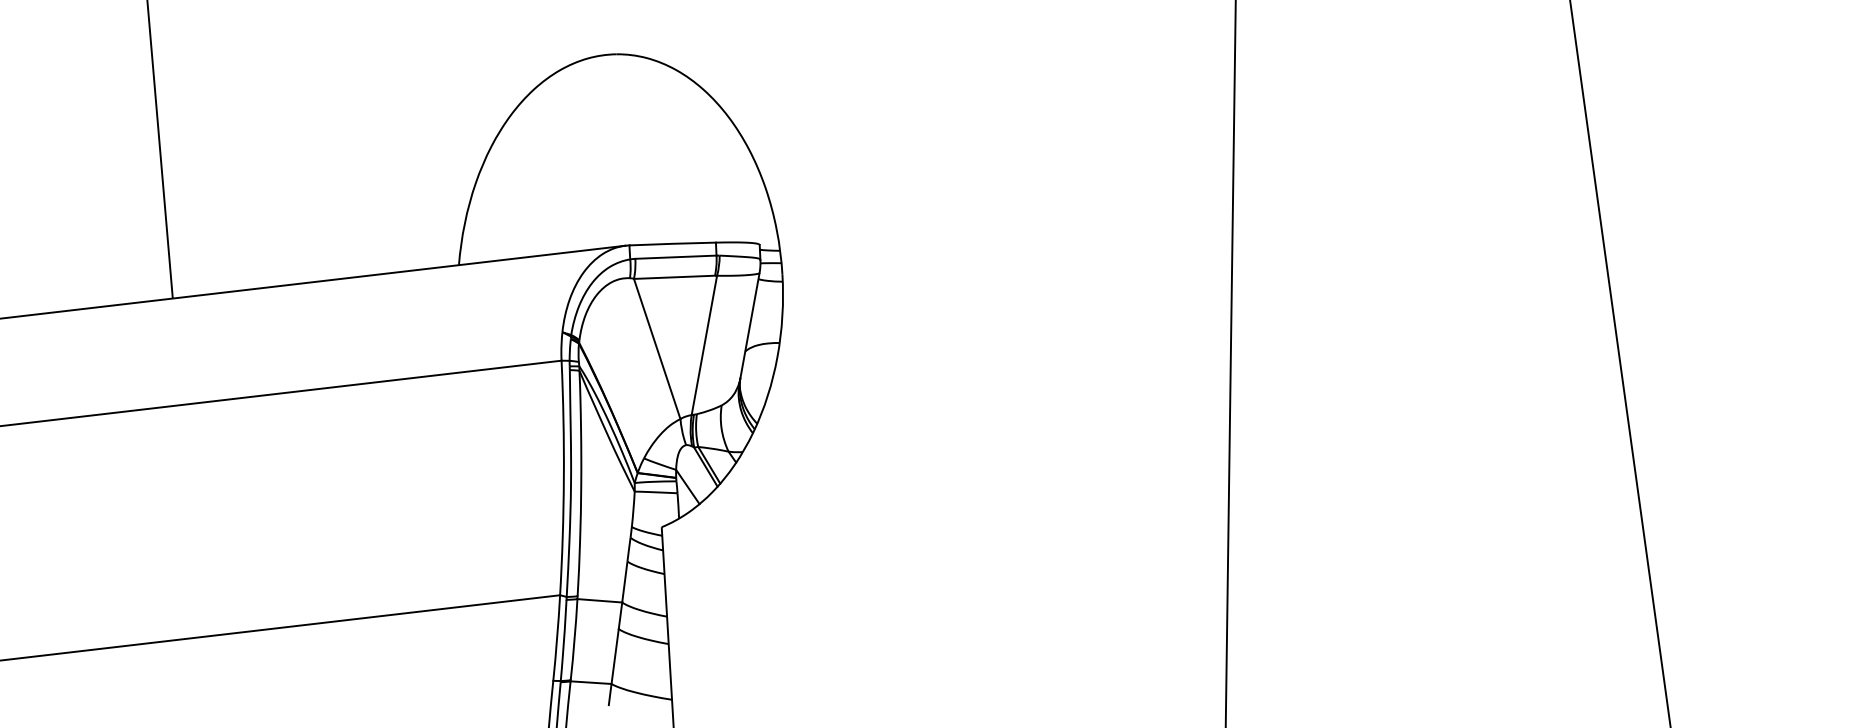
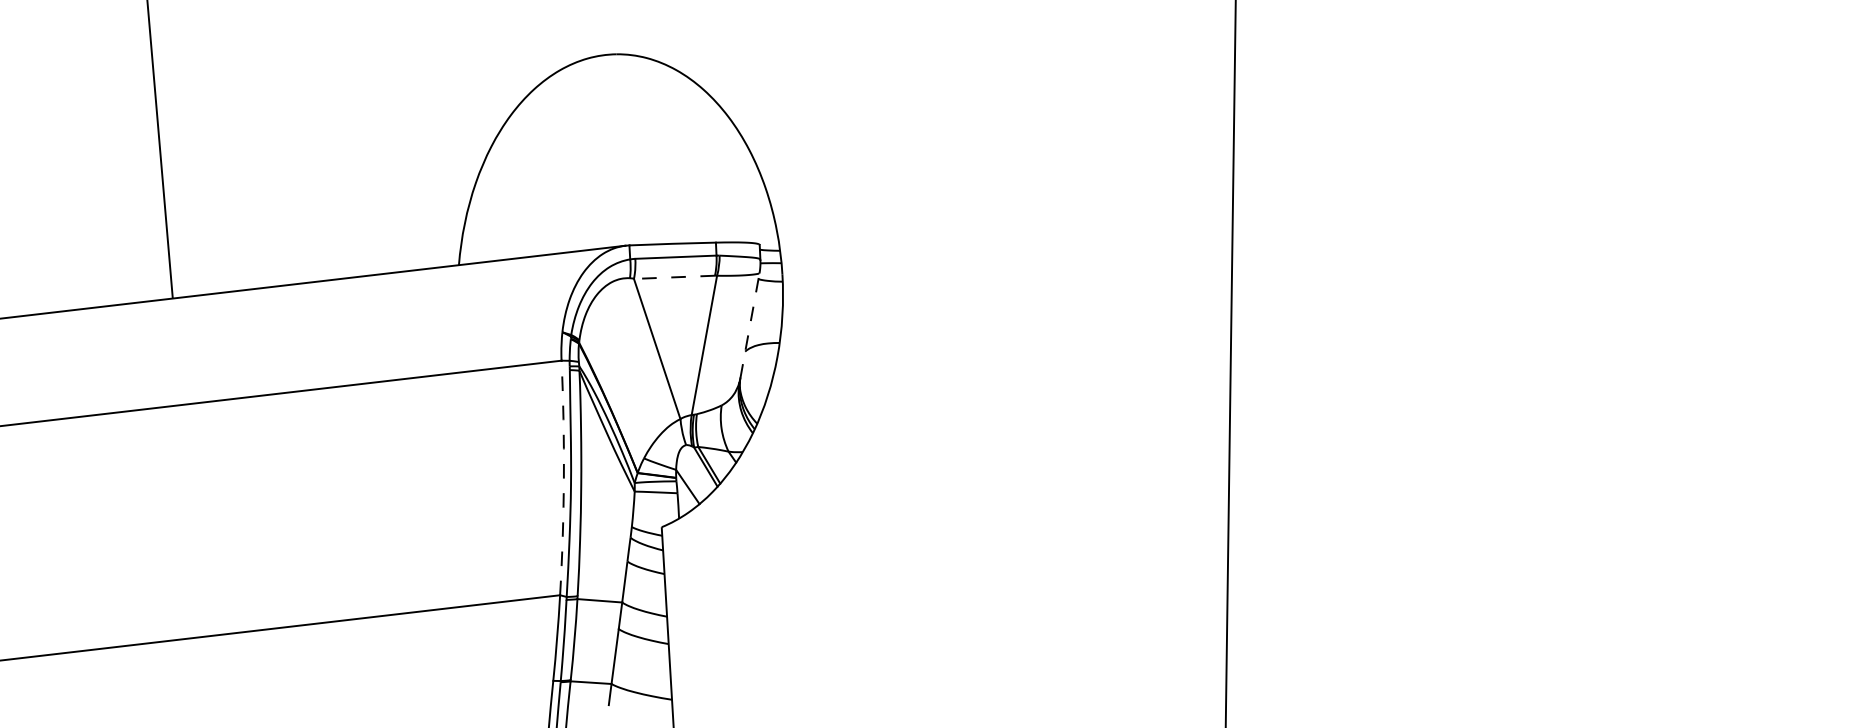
line at (674, 277): solid -> dashed
line at (750, 325): solid -> dashed
line at (1620, 363): present -> none
arc at (563, 477): solid -> dashed
